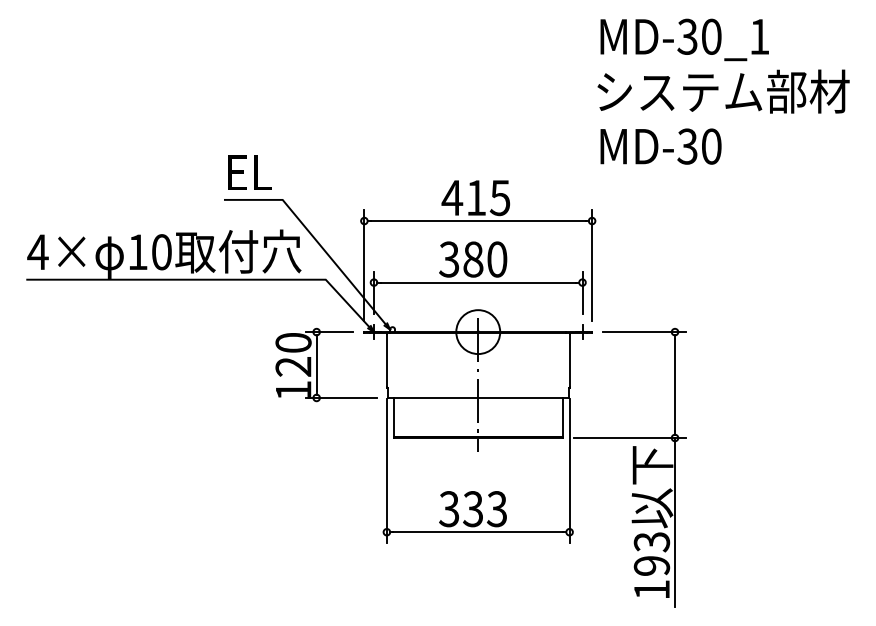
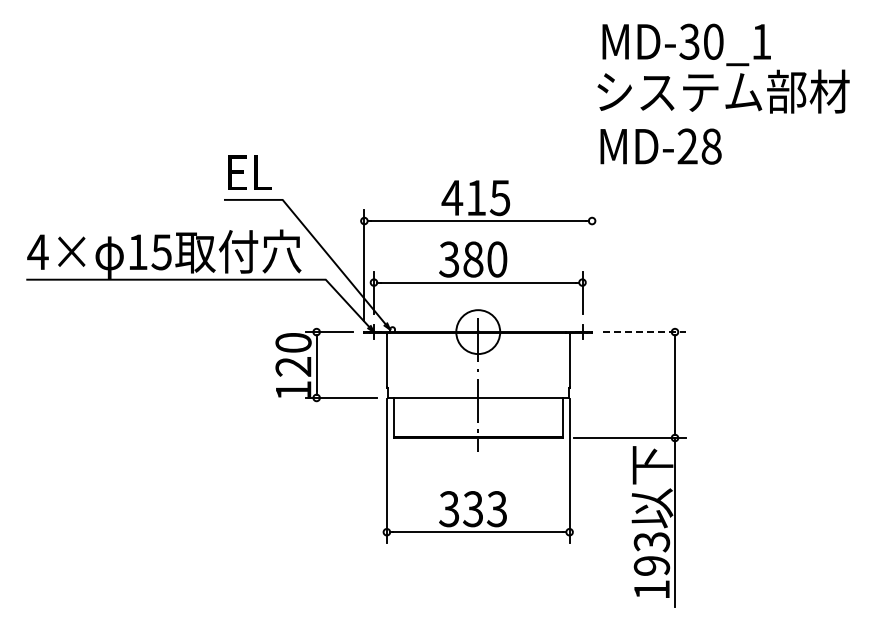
text at (684, 39) position: (684, 39) -> (686, 44)
text at (699, 146): MD-30 -> MD-28
text at (161, 252): 10 -> 15
line at (592, 265): present -> none
line at (645, 332): solid -> dashed
